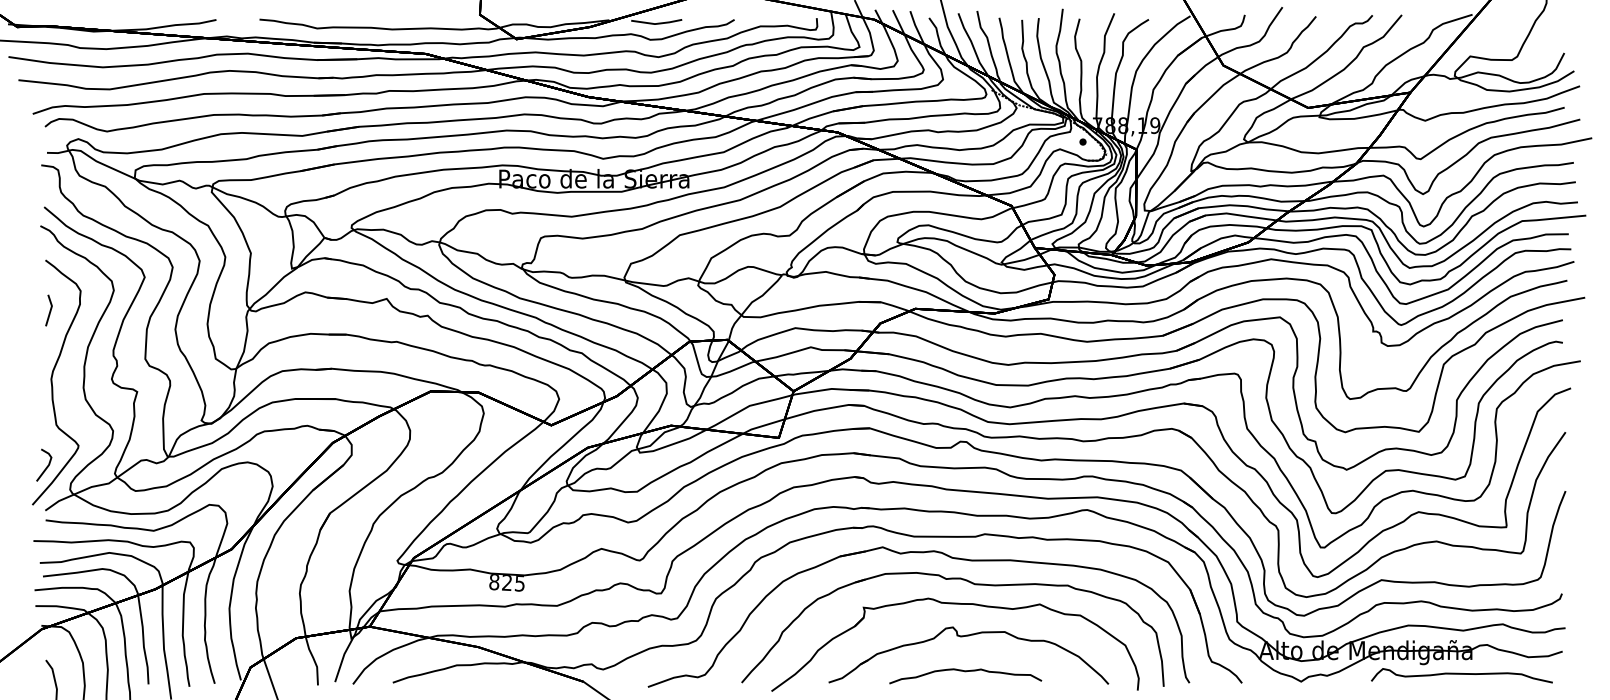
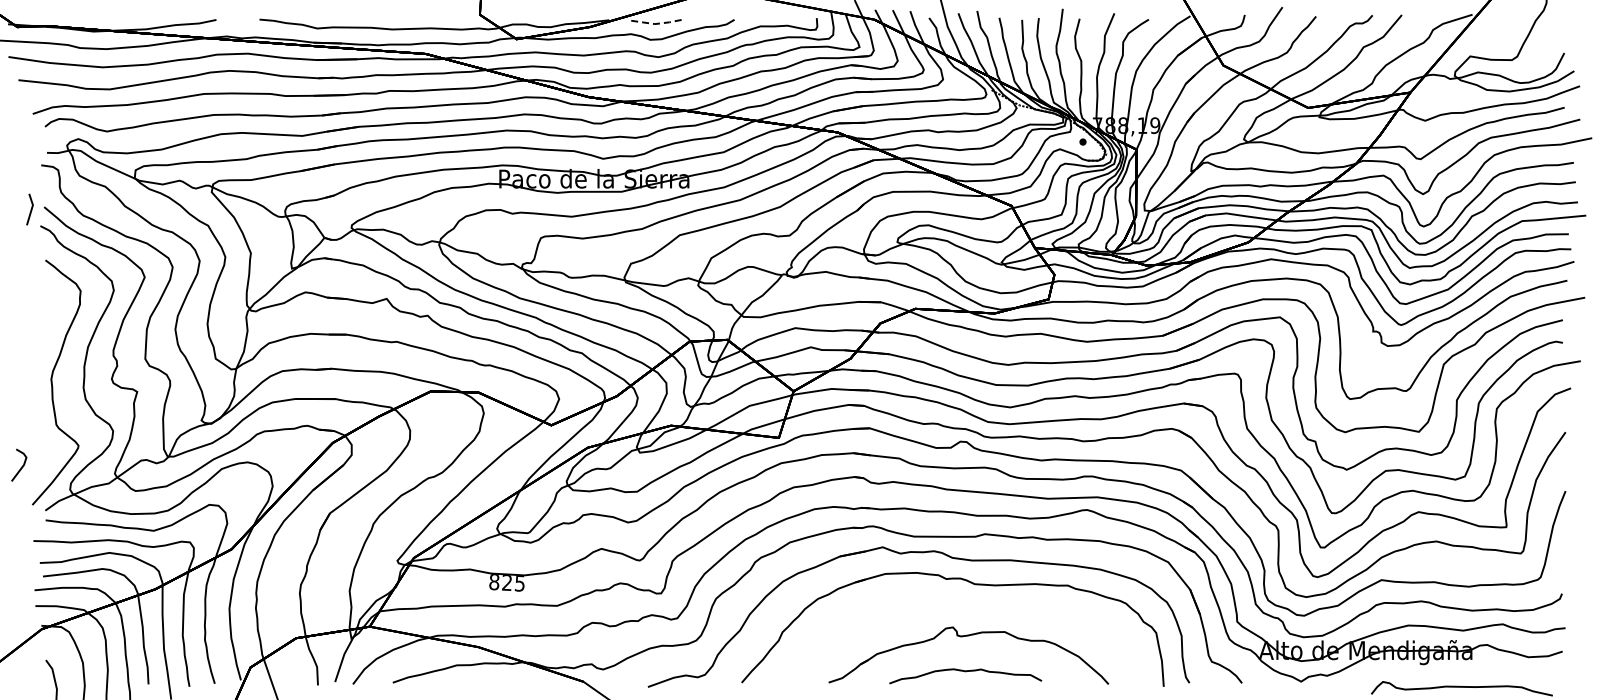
line at (657, 23): solid -> dashed
line at (49, 310) position: (49, 310) -> (30, 209)
line at (46, 466) position: (46, 466) -> (21, 466)
part at (955, 604): present -> none
curve at (1461, 674) position: (1461, 674) -> (1461, 687)
